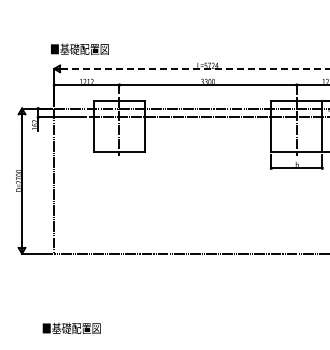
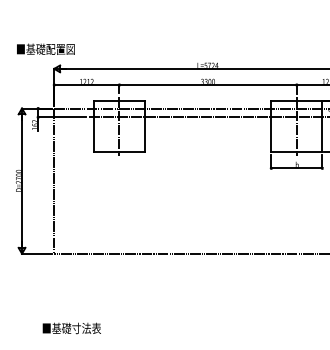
text at (79, 48) position: (79, 48) -> (45, 48)
line at (195, 68): dashed -> solid
text at (86, 328): ■基礎配置図 -> ■基礎寸法表
